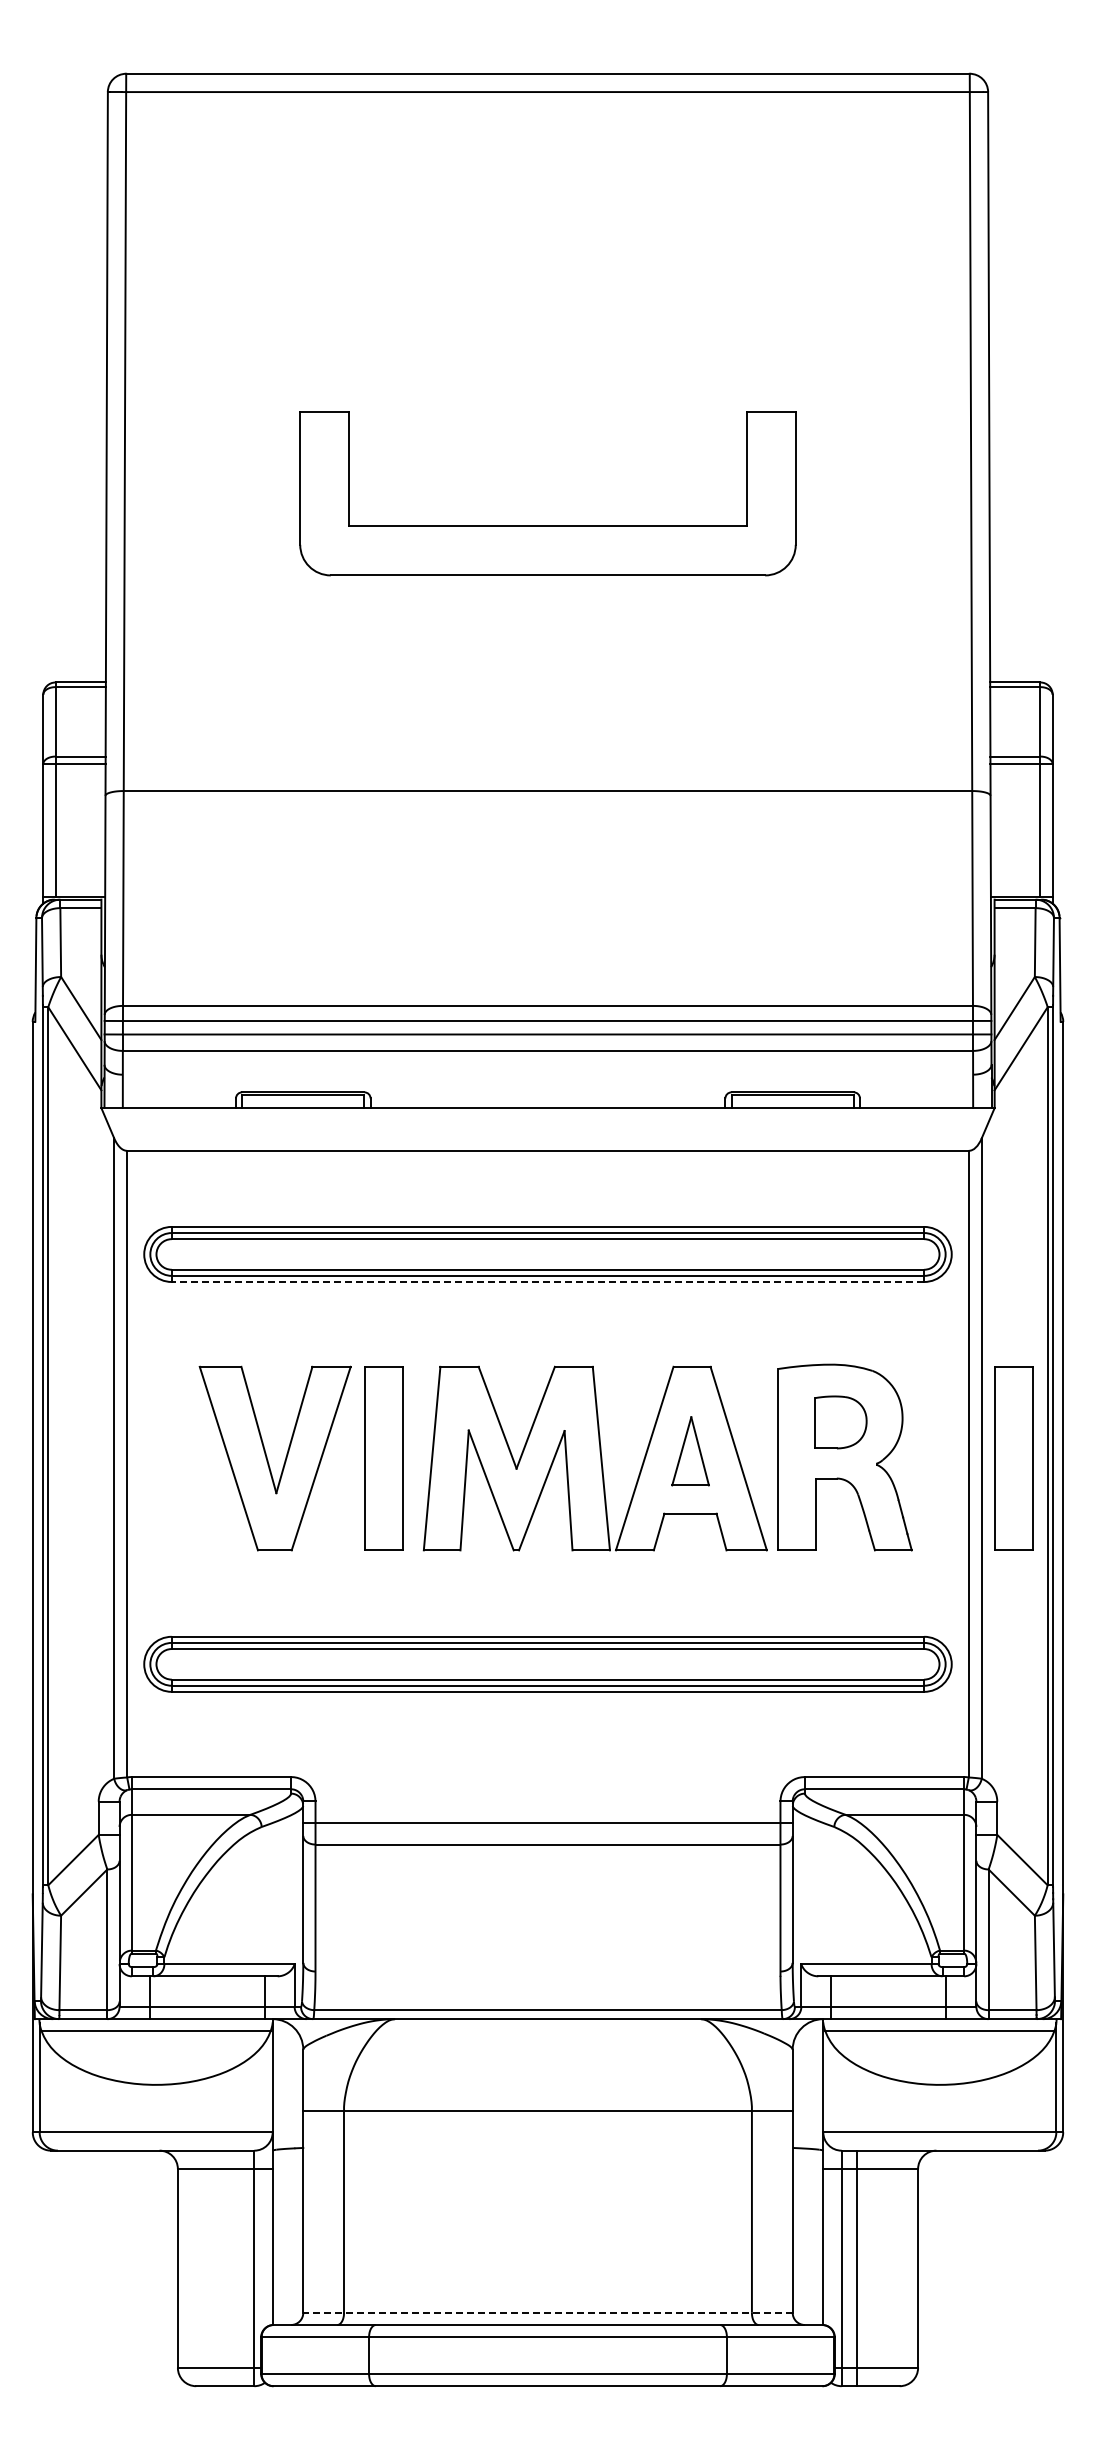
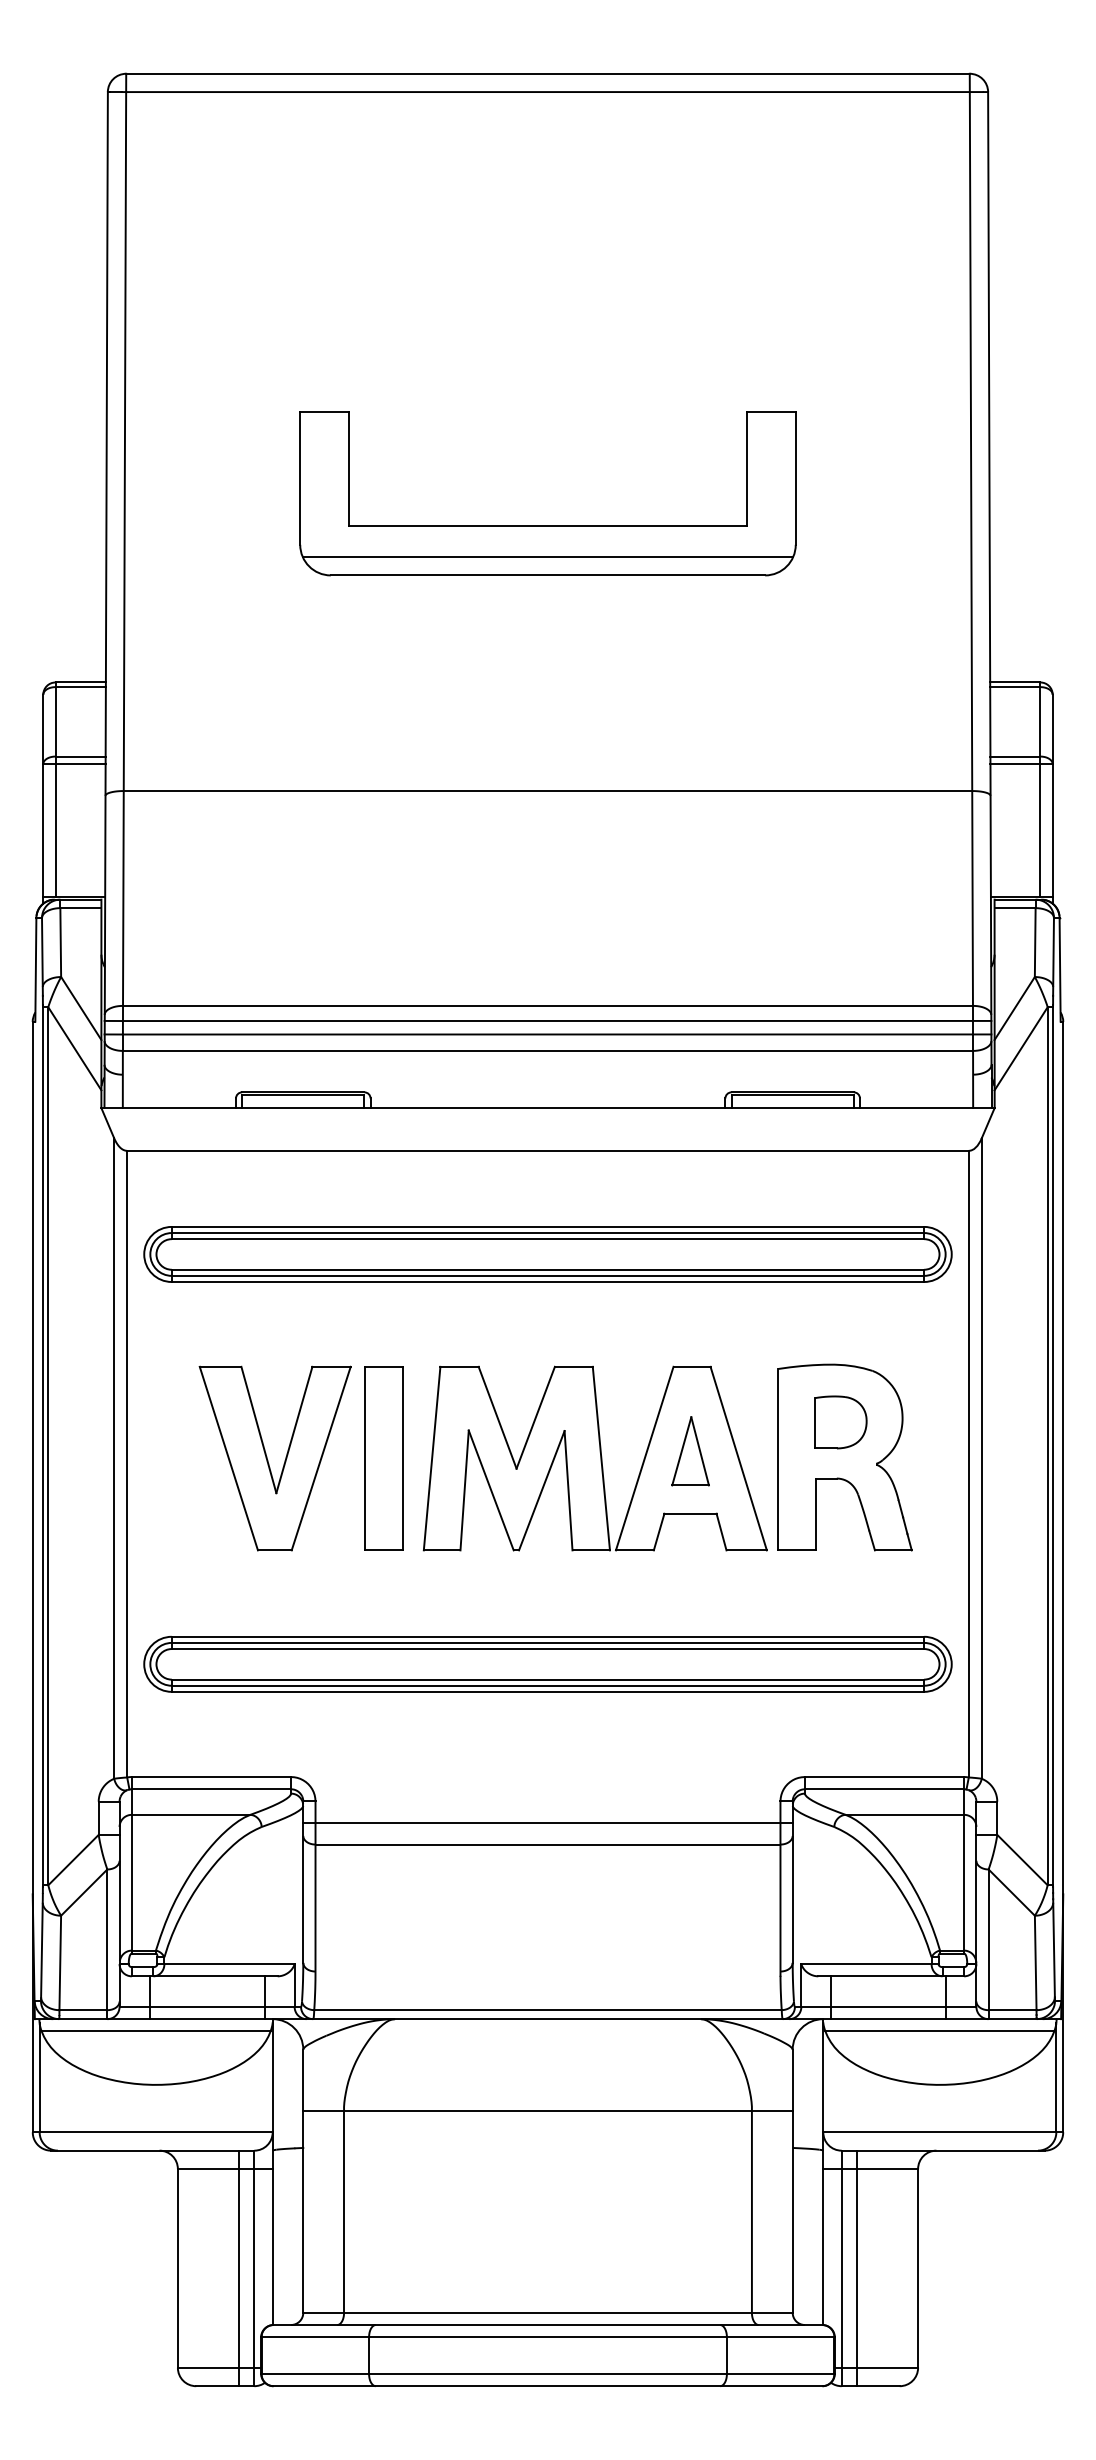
line at (547, 557): none -> present
line at (547, 1281): dashed -> solid
part at (1013, 1458): present -> none
line at (239, 2268): none -> present
line at (548, 2312): dashed -> solid
